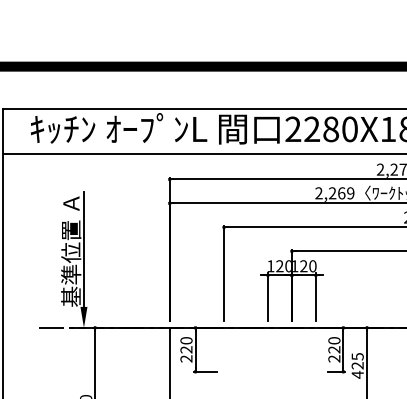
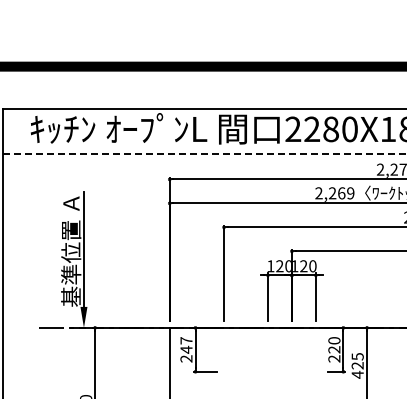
line at (205, 153): solid -> dashed
text at (186, 345): 220 -> 247
